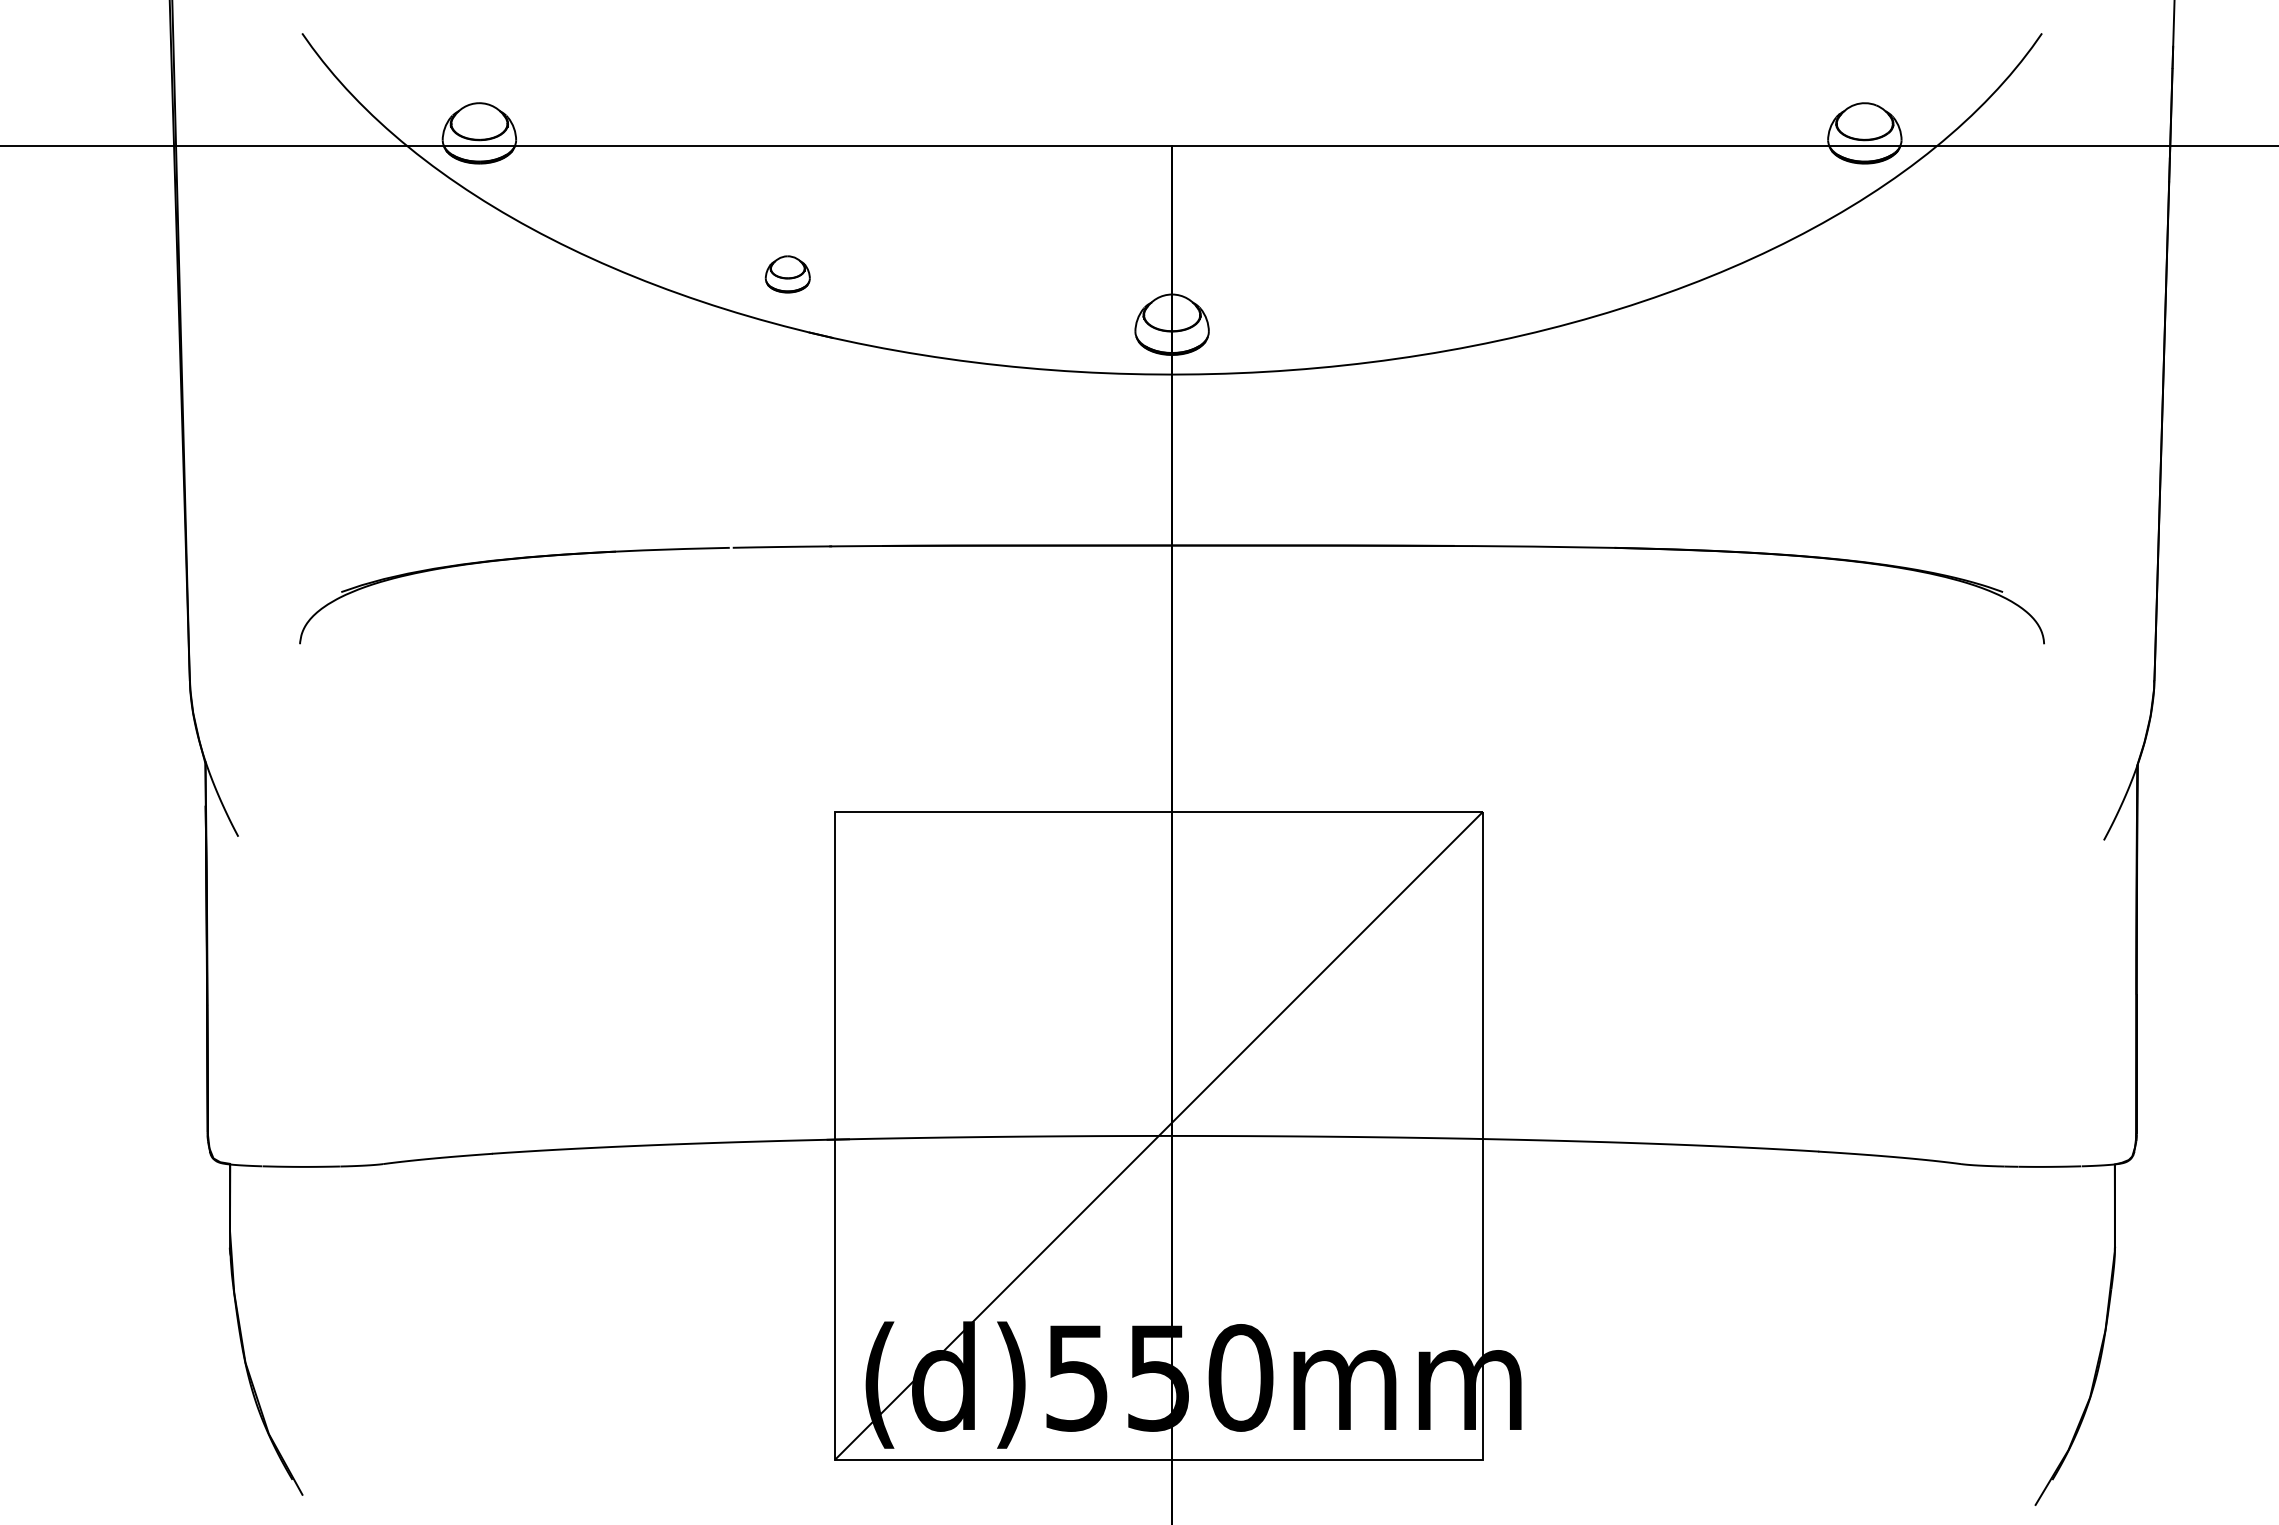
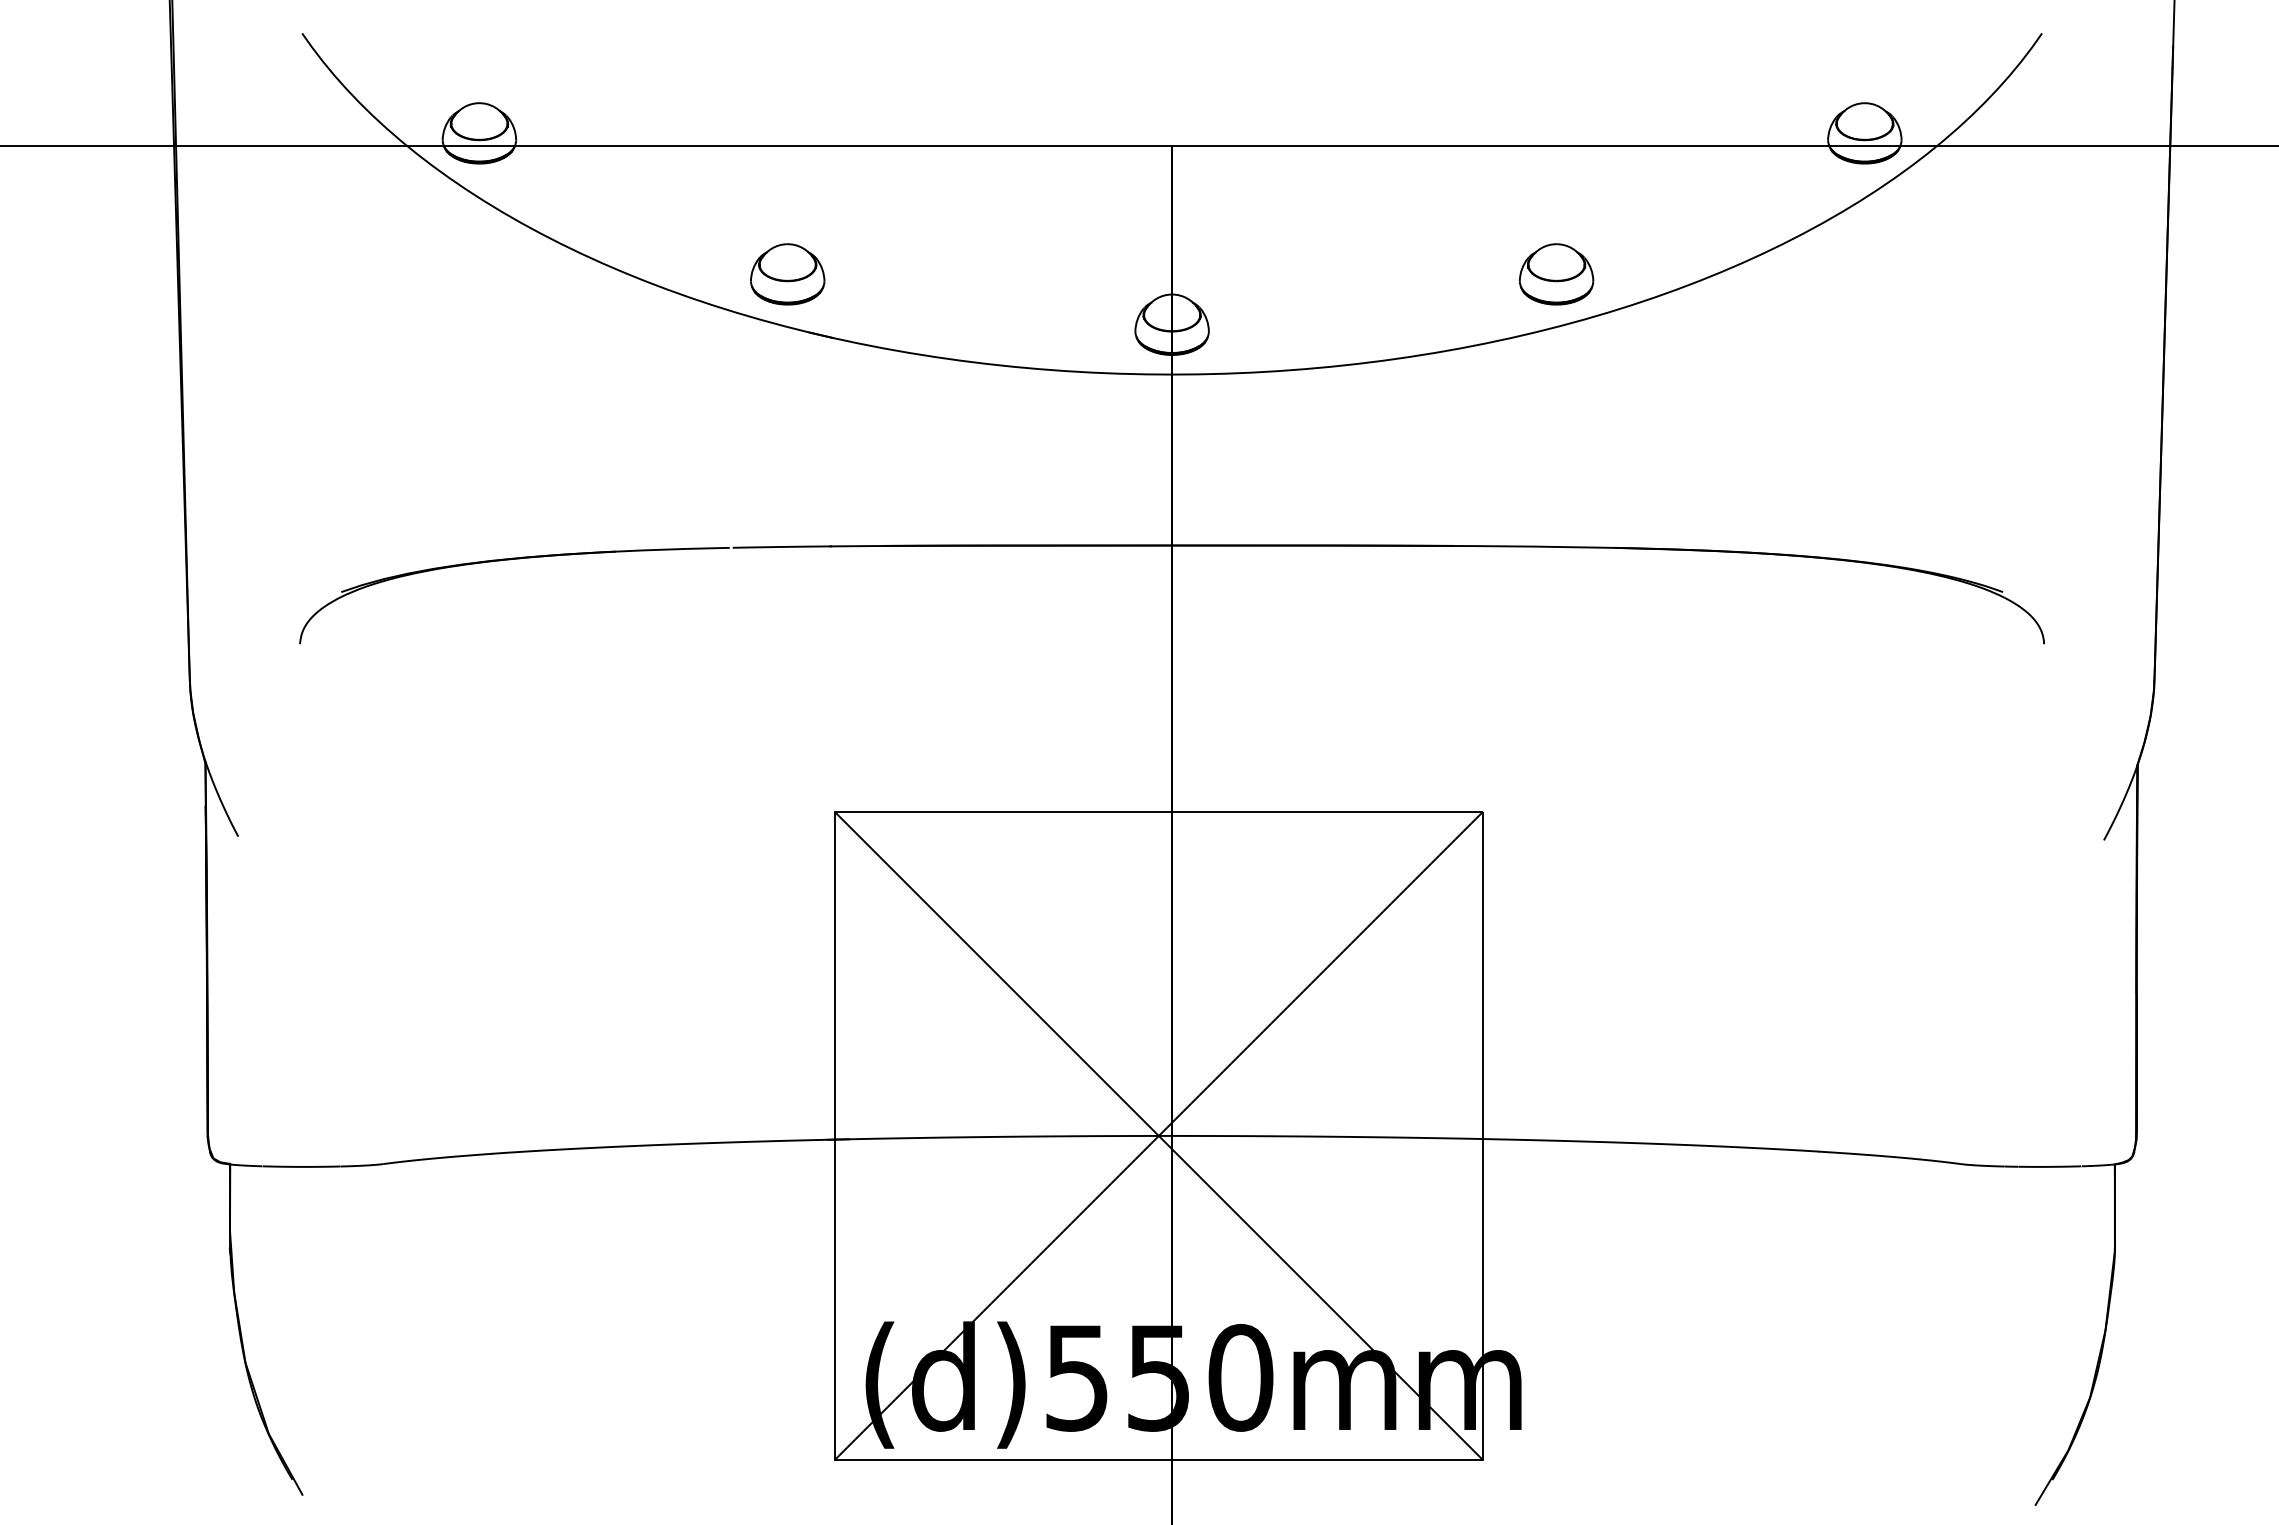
part at (787, 274) size: 47x39 px -> 76x63 px
part at (1556, 274): none -> present
line at (1158, 1135): none -> present
